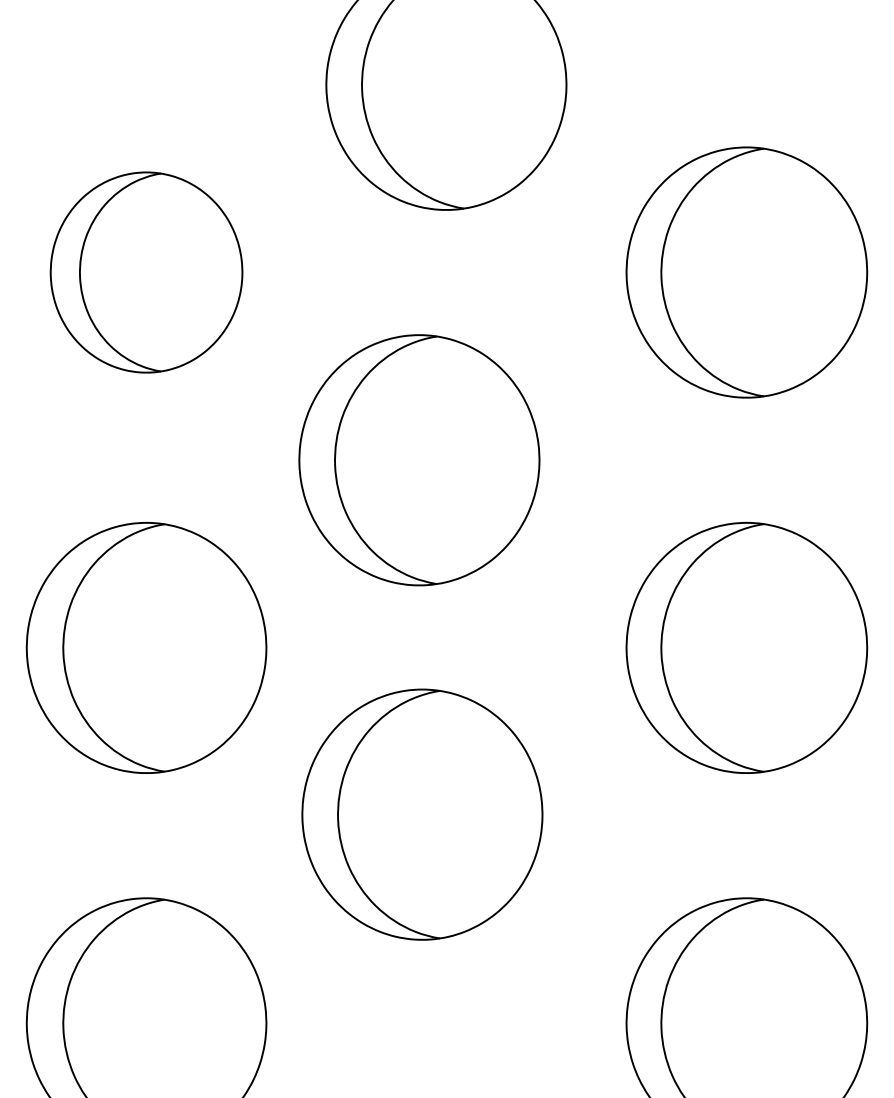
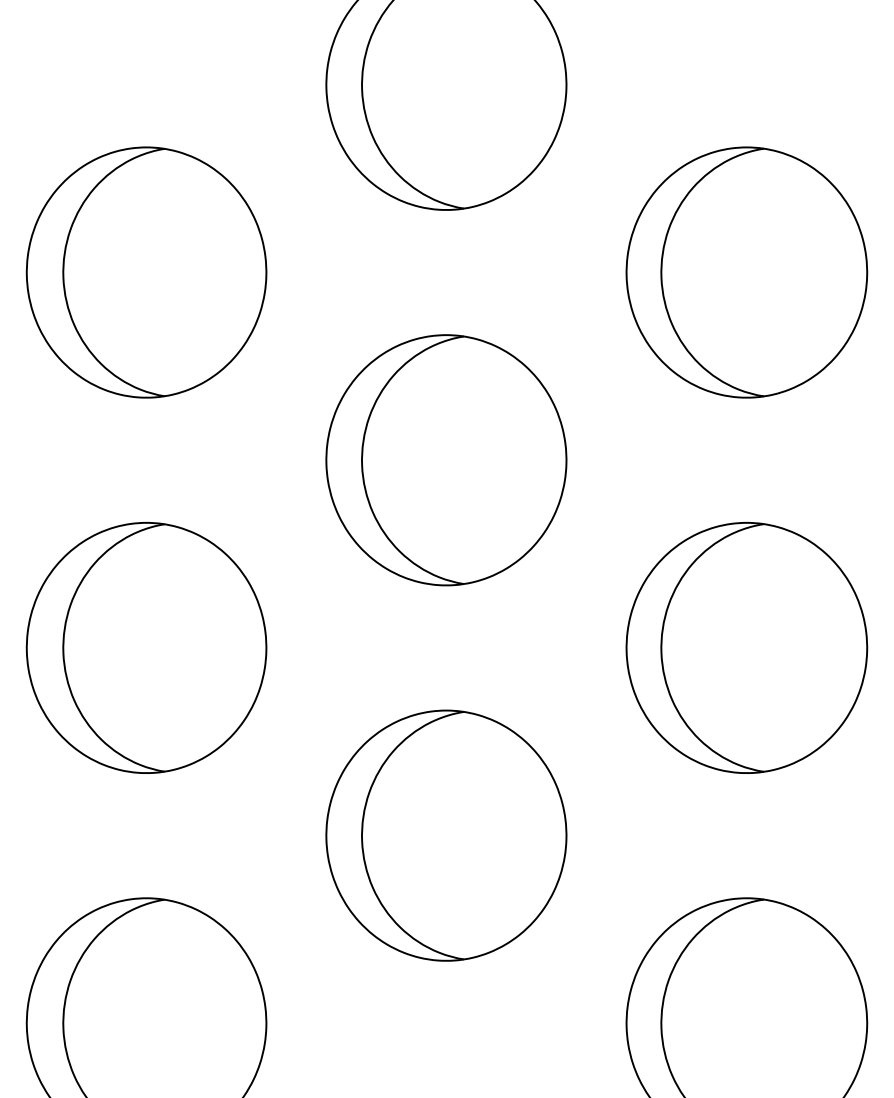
part at (146, 272) size: 195x203 px -> 243x253 px
part at (419, 460) position: (419, 460) -> (446, 460)
part at (422, 814) position: (422, 814) -> (446, 835)
